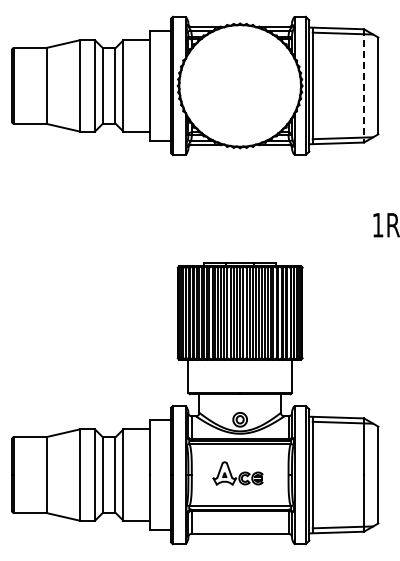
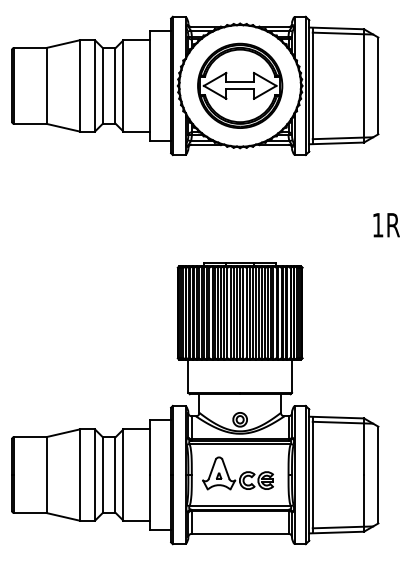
part at (240, 85): none -> present
line at (364, 85): dashed -> solid
part at (237, 473) size: 52x25 px -> 72x35 px
